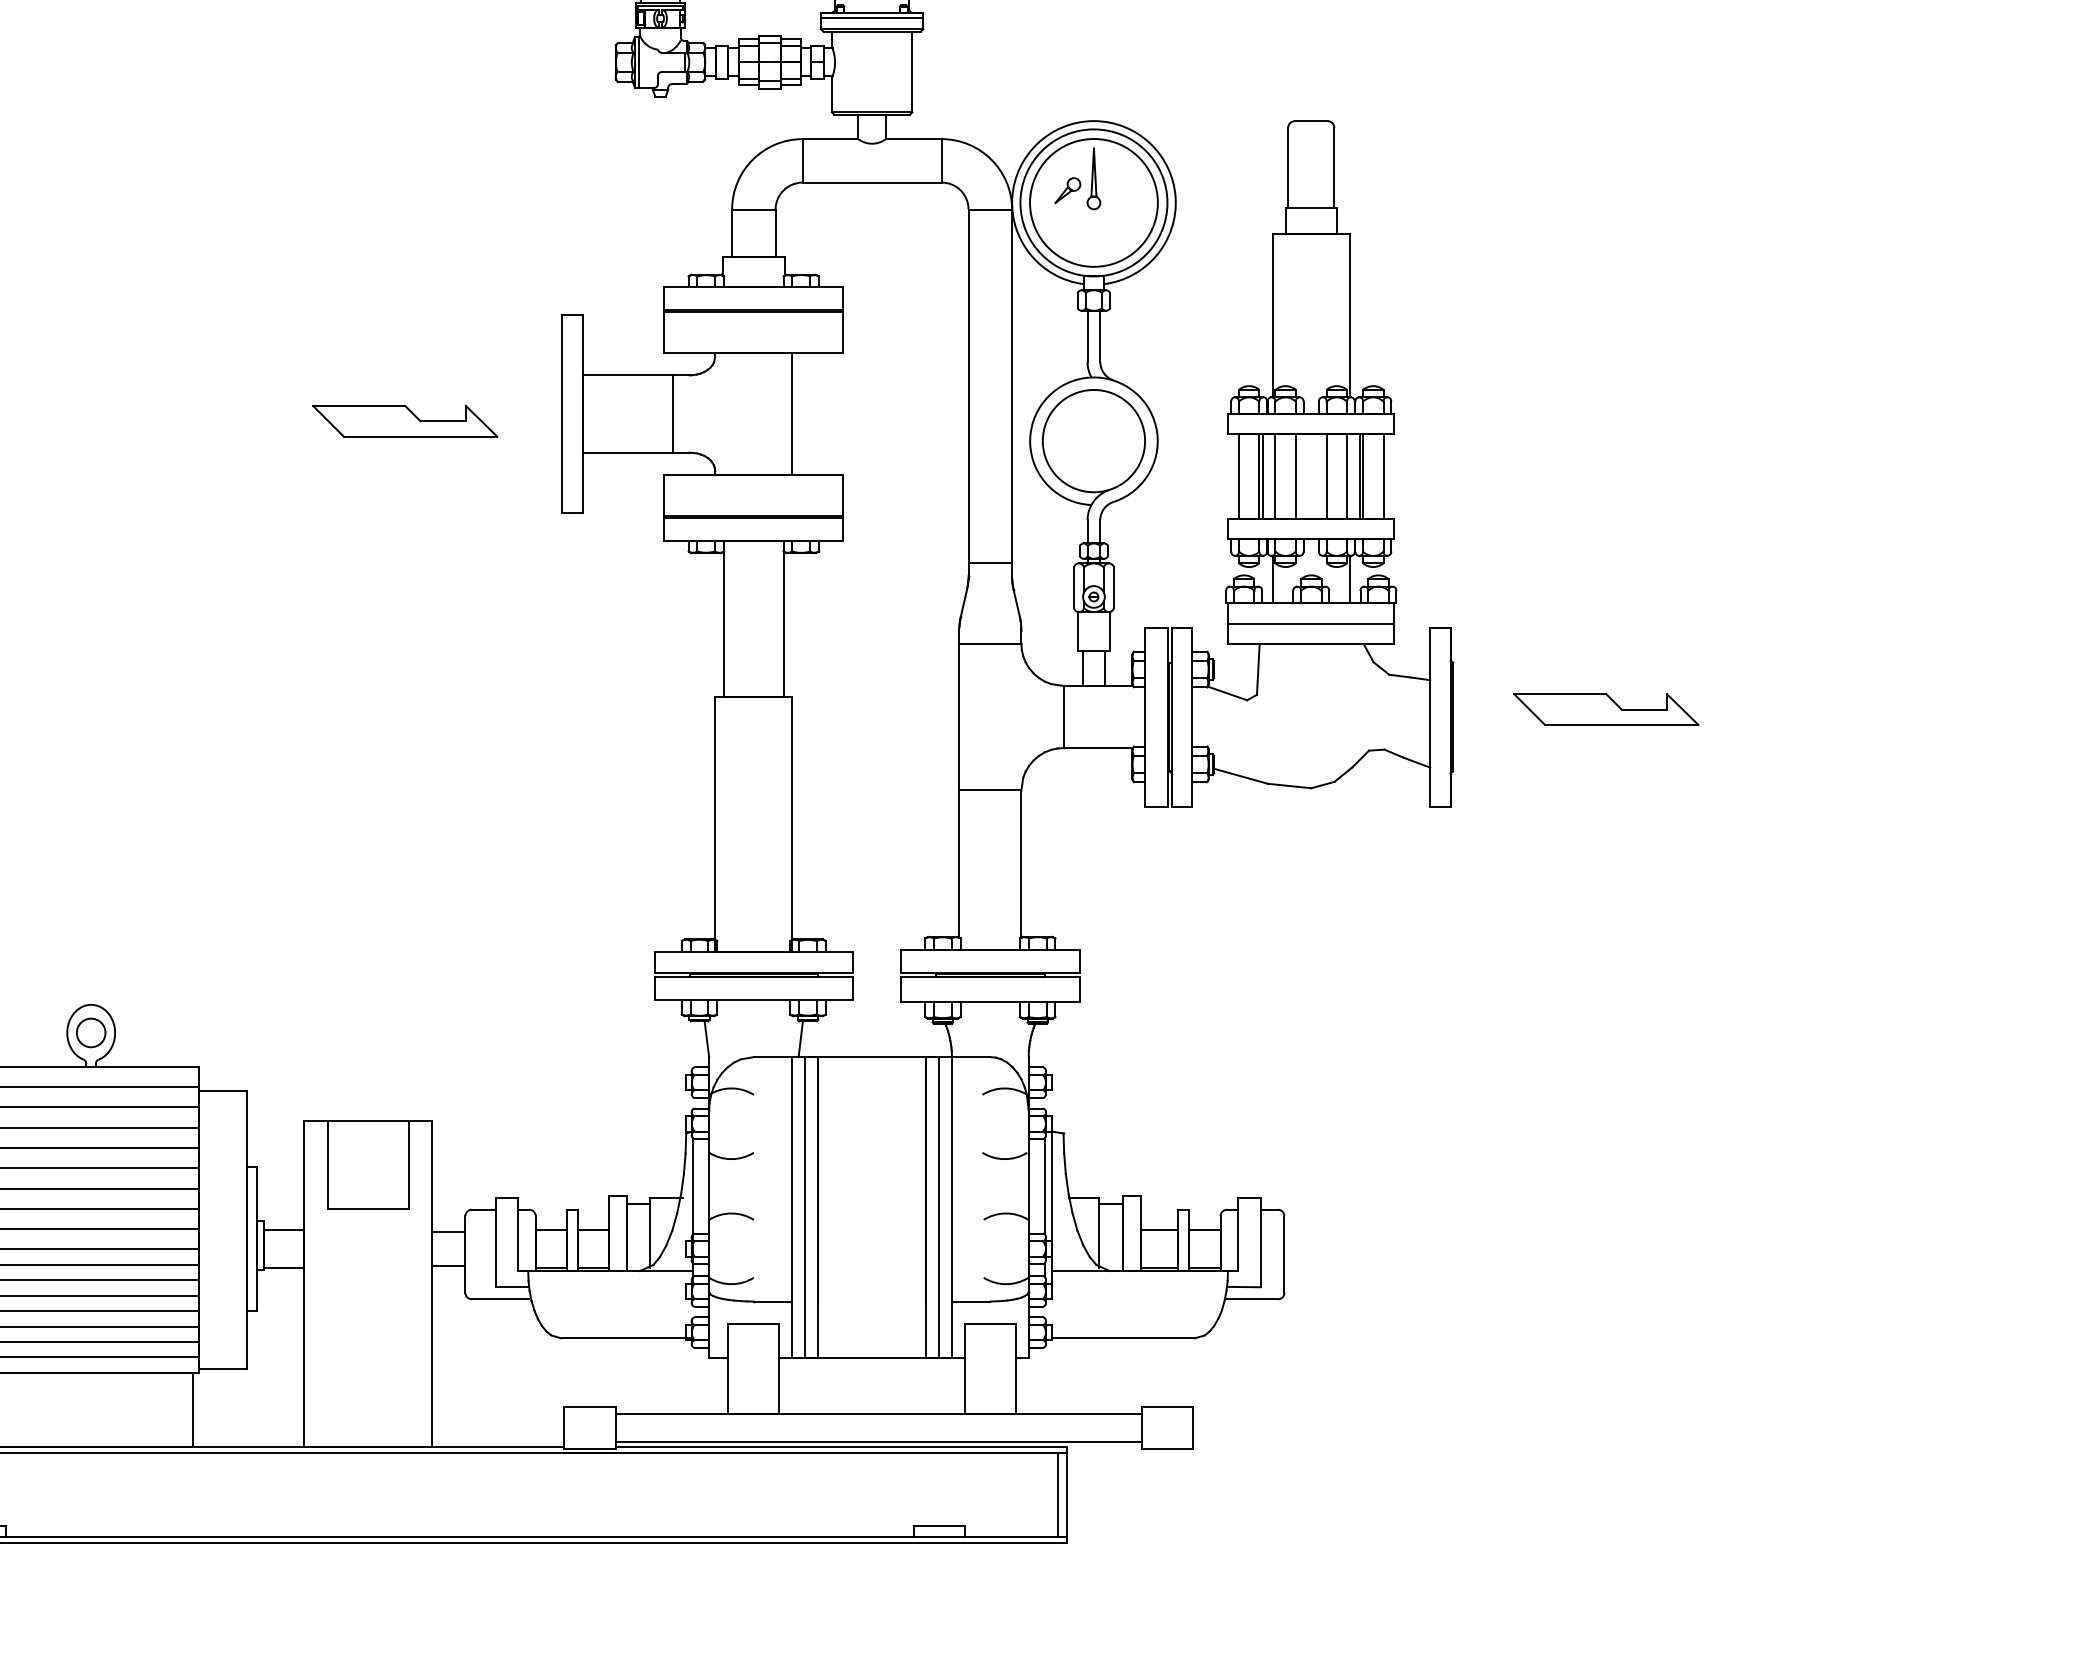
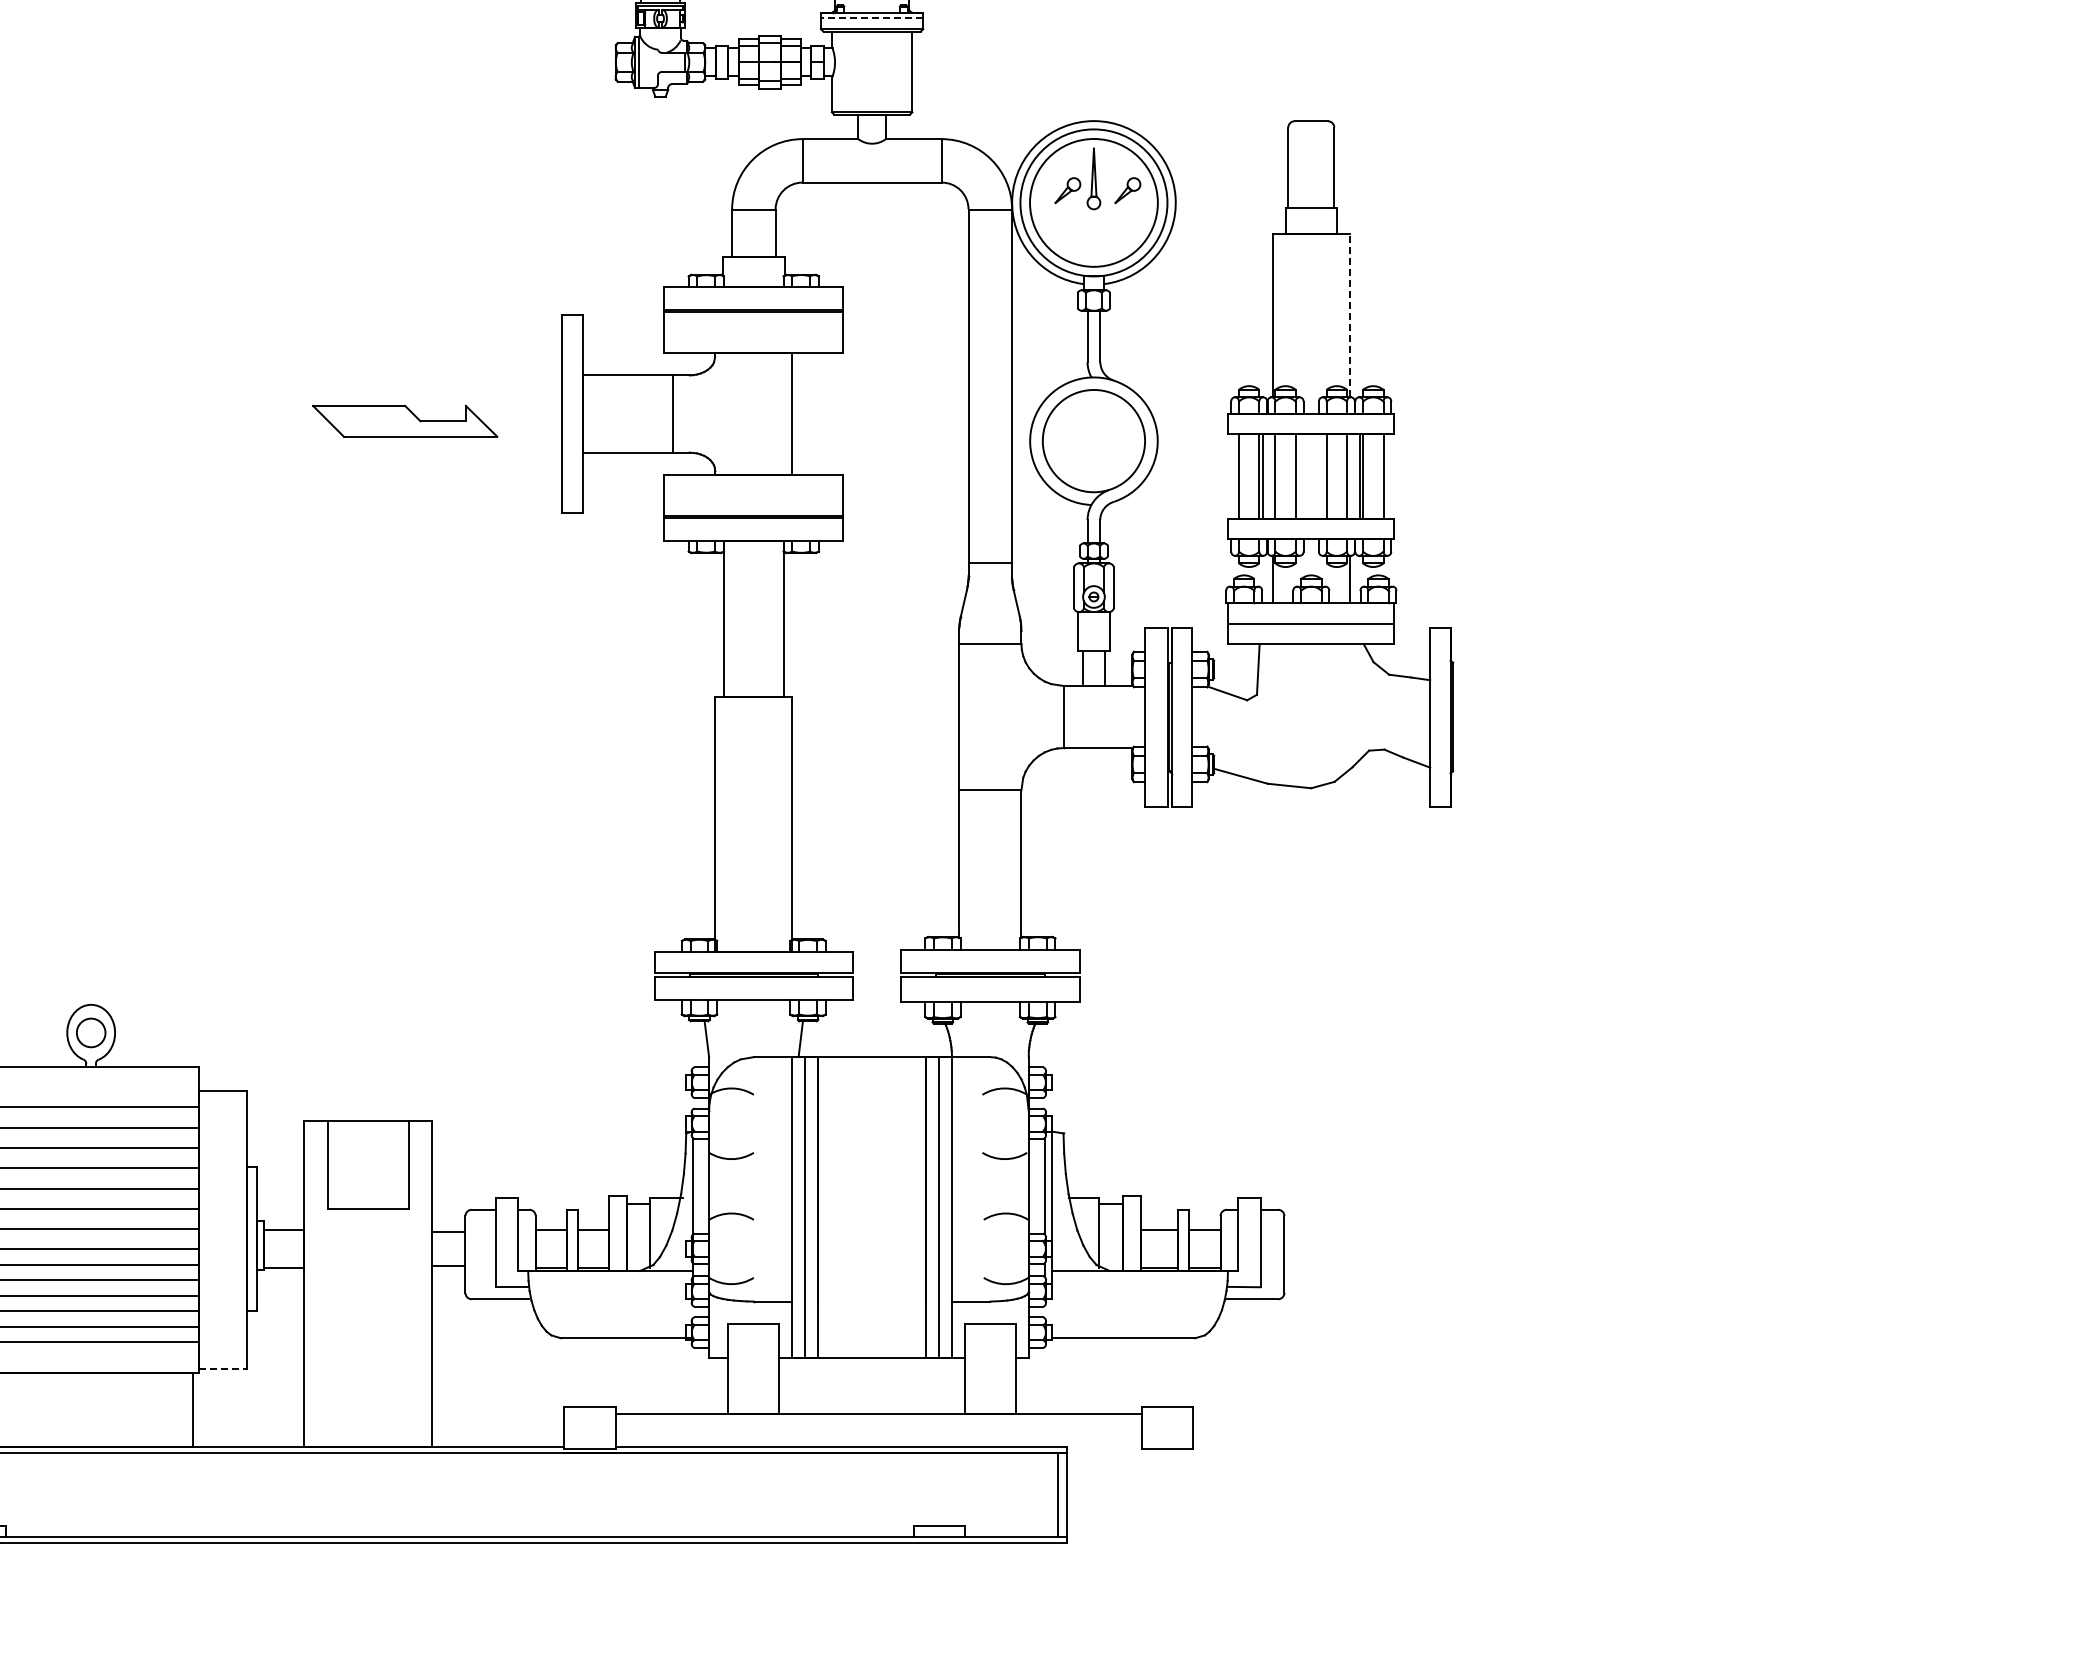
line at (871, 17): solid -> dashed
part at (1127, 190): none -> present
line at (1349, 315): solid -> dashed
part at (1606, 709): present -> none
line at (100, 1087): present -> none
line at (100, 1357): present -> none
line at (223, 1368): solid -> dashed
line at (878, 1441): present -> none
